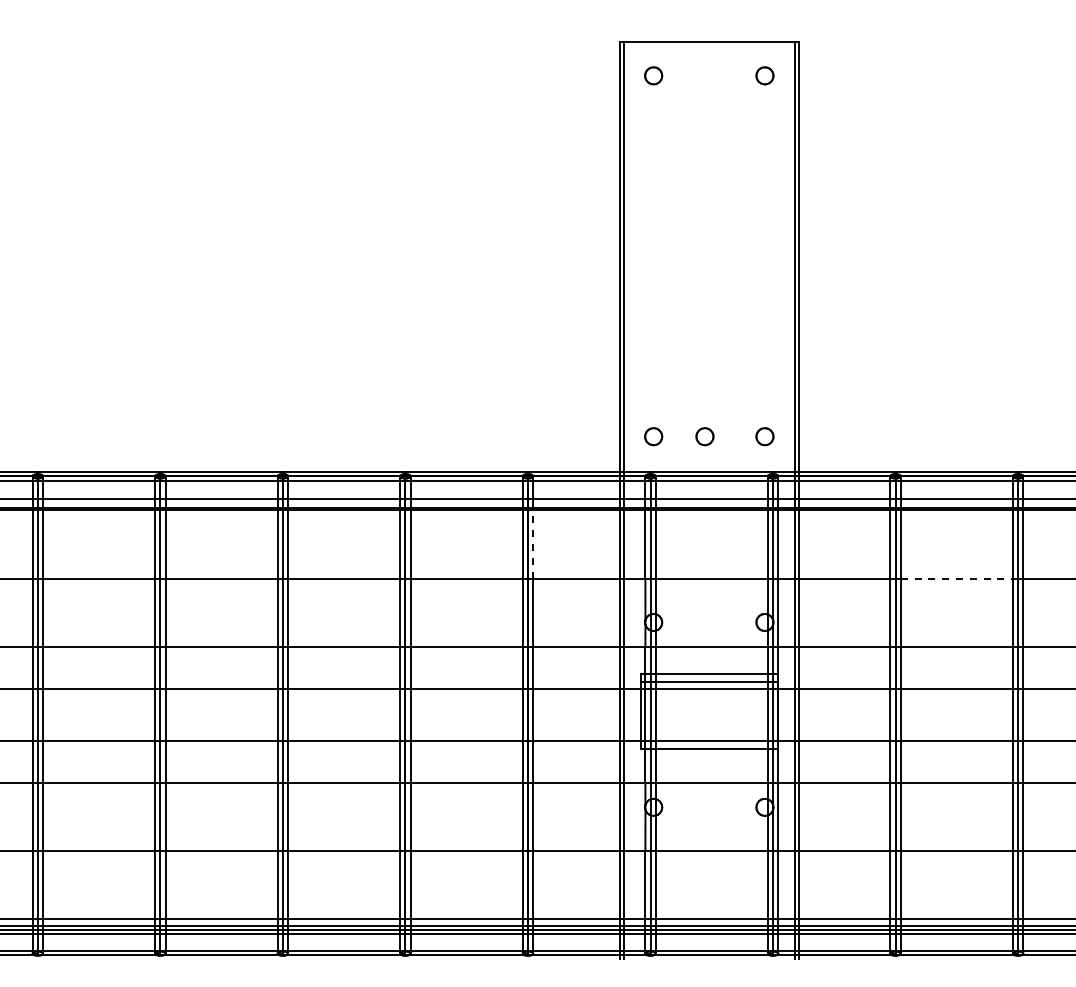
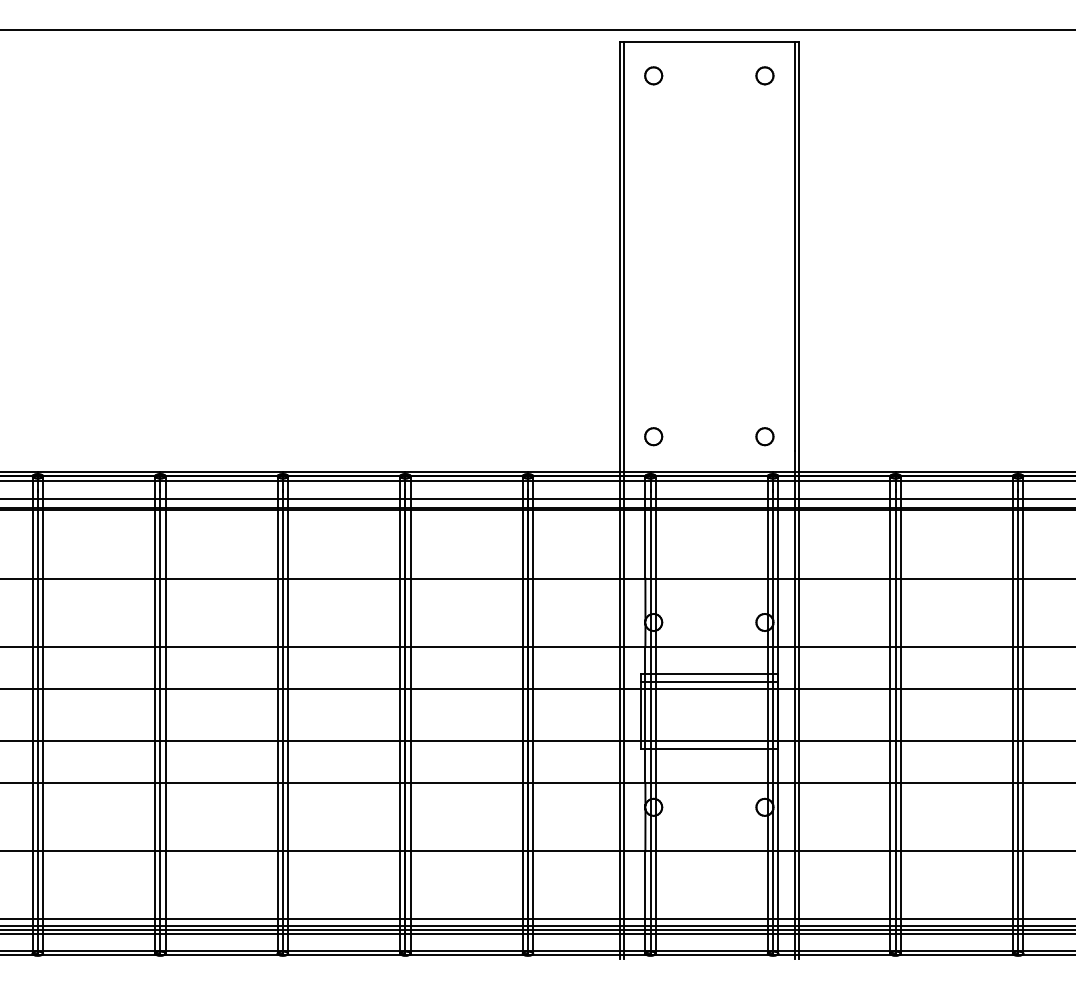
line at (537, 29): none -> present
part at (704, 436): present -> none
line at (533, 544): dashed -> solid
line at (957, 578): dashed -> solid
